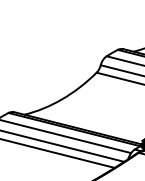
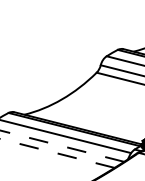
line at (62, 146): solid -> dashed
line at (56, 153): solid -> dashed
